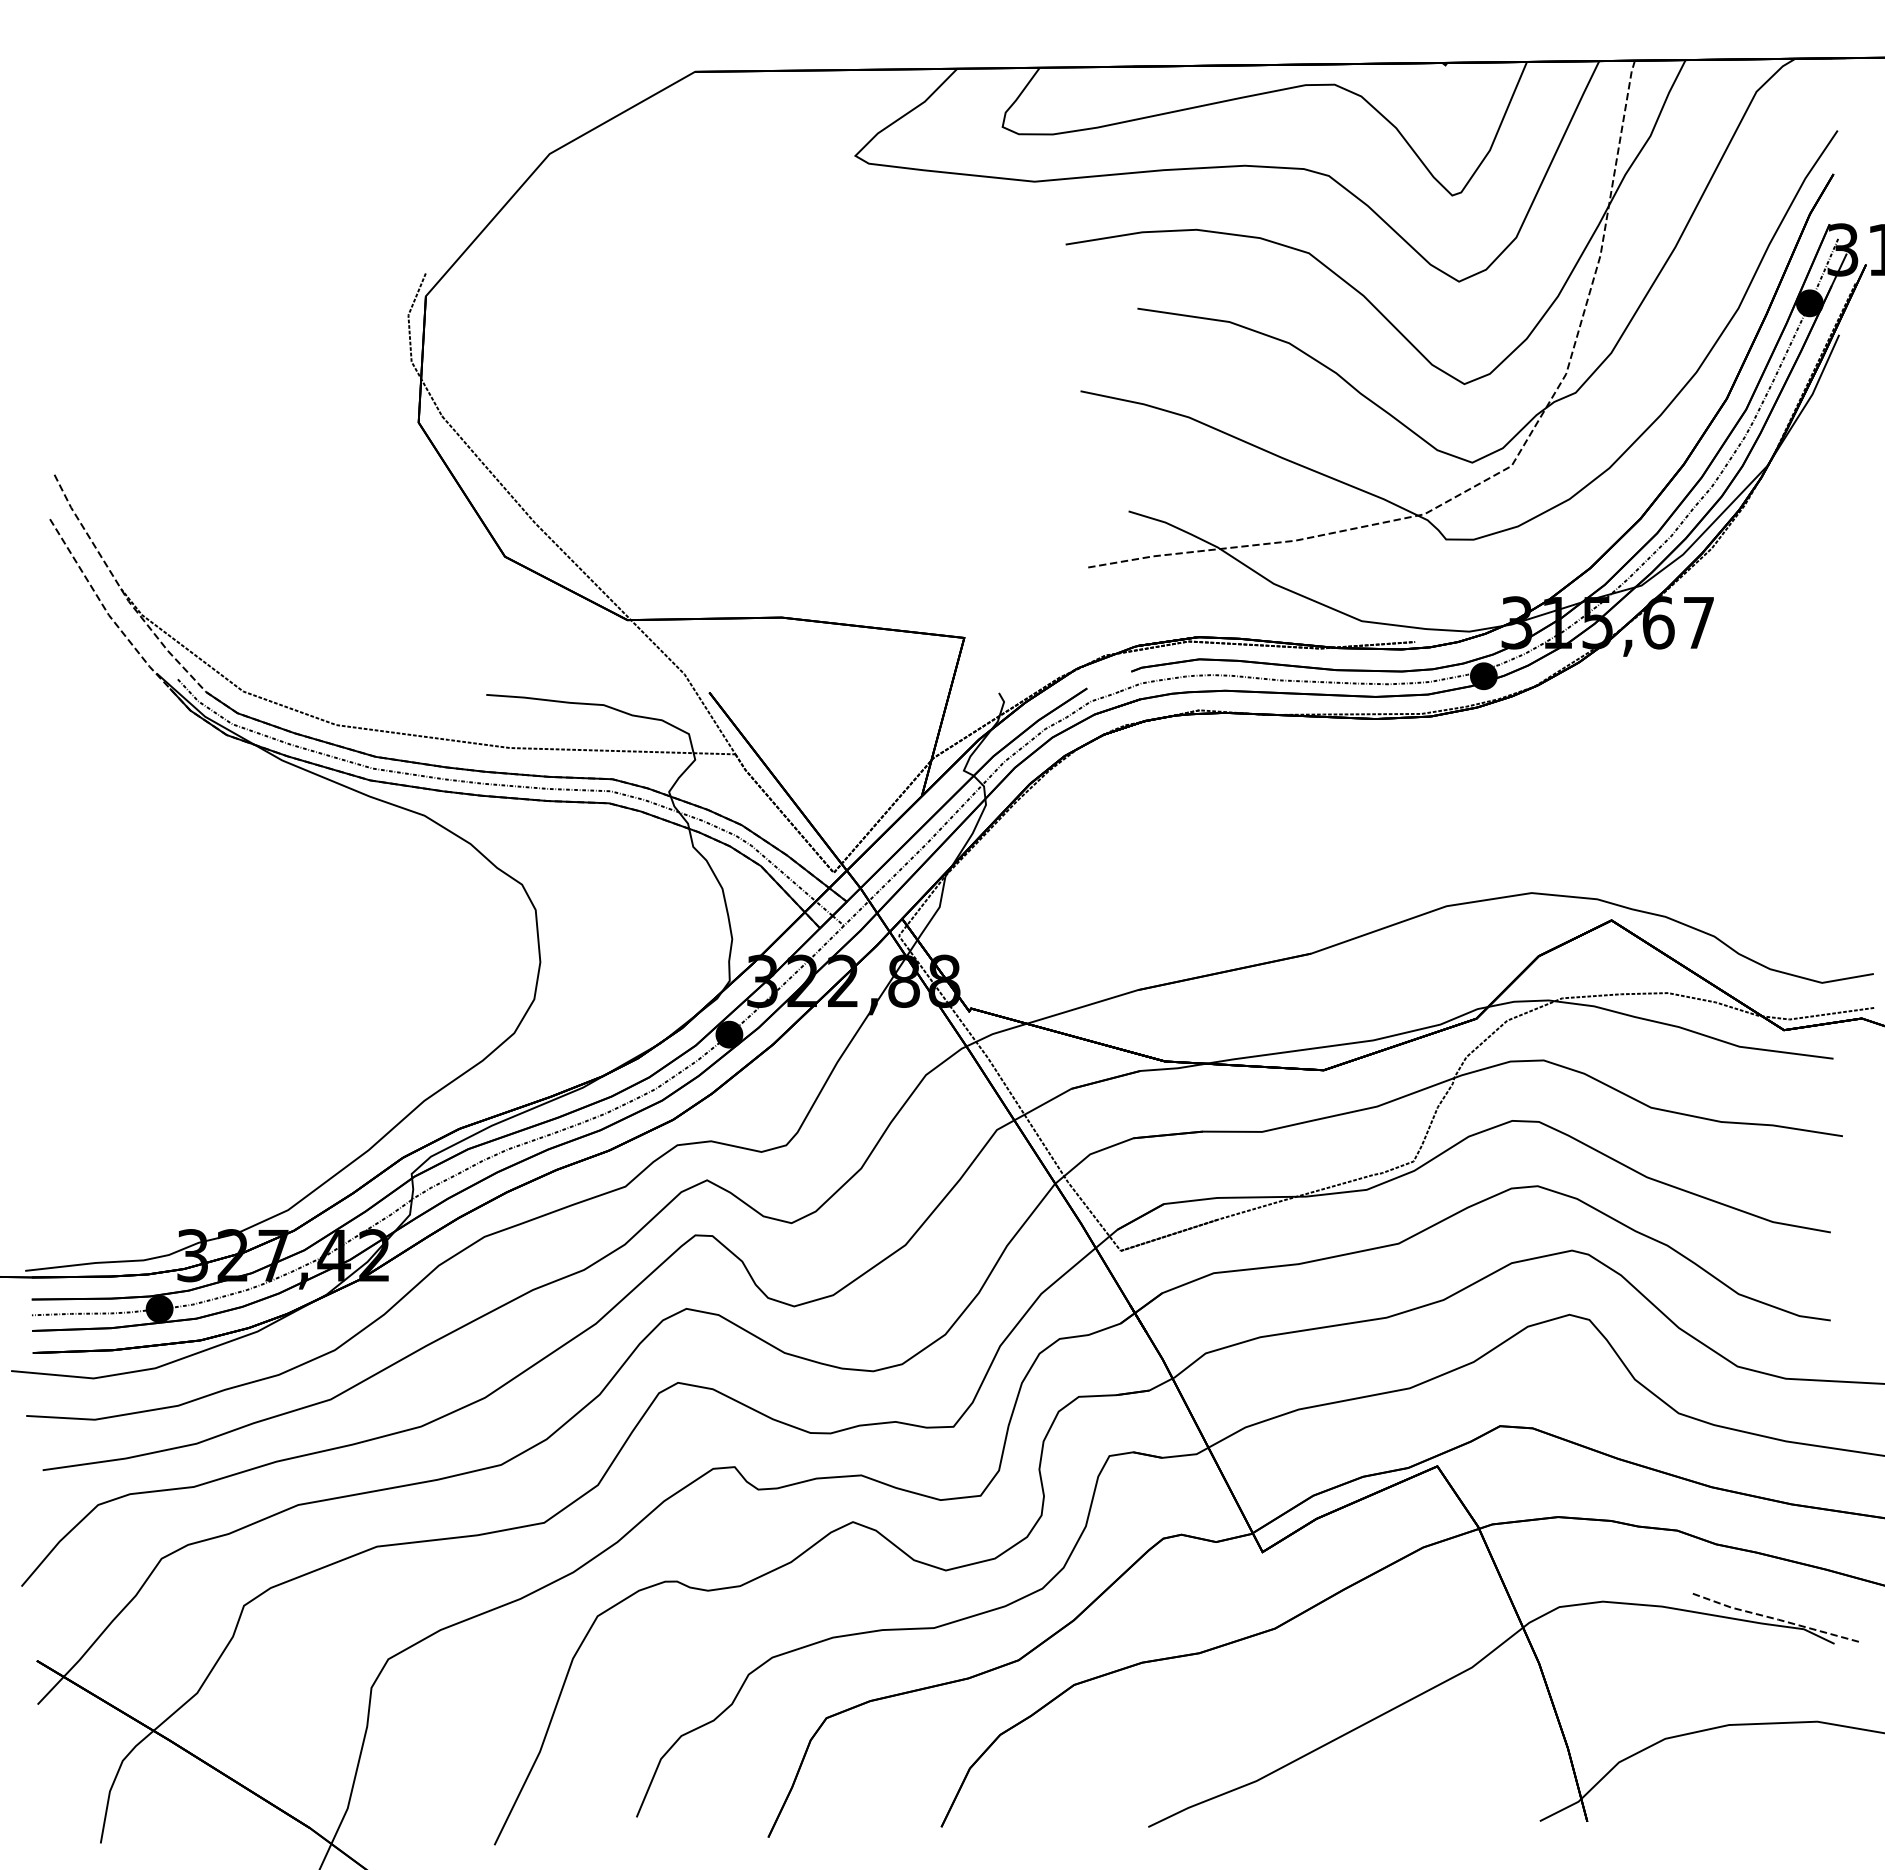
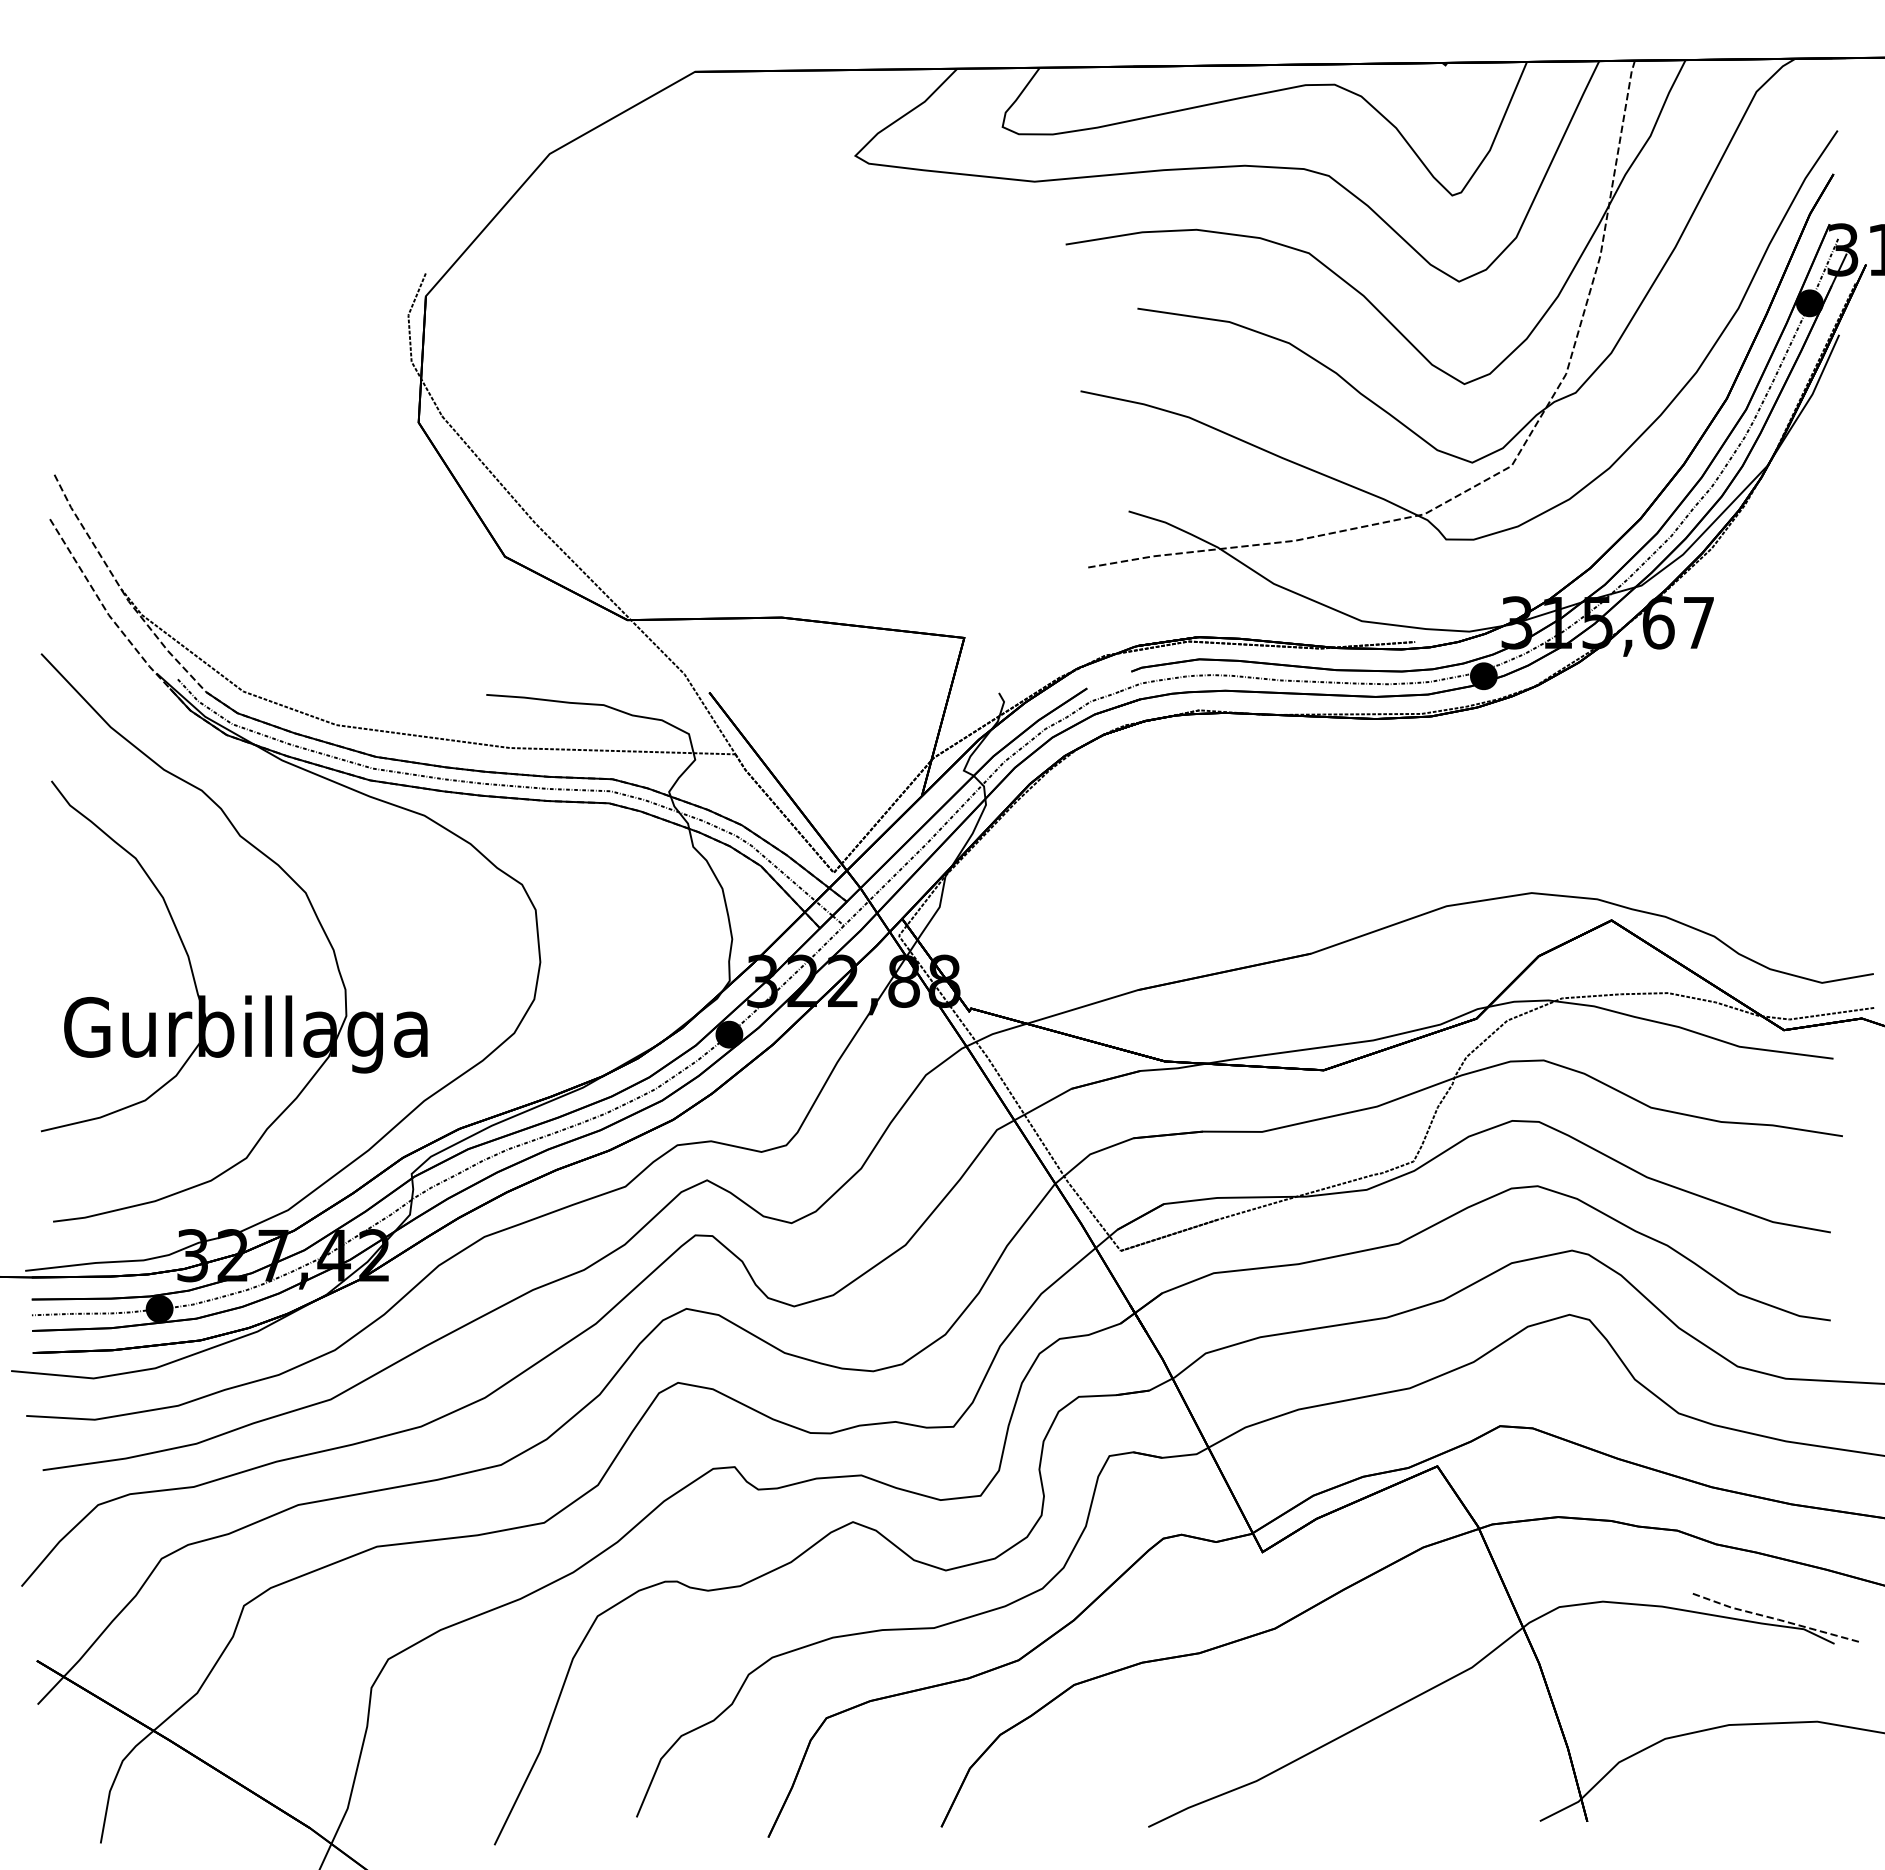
part at (188, 953): none -> present
